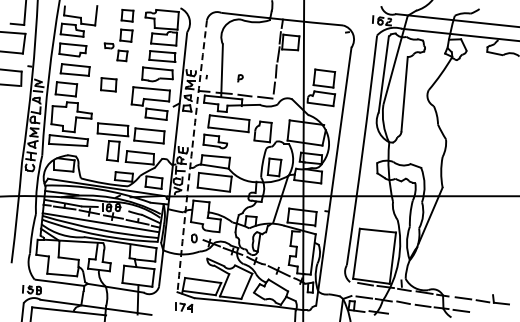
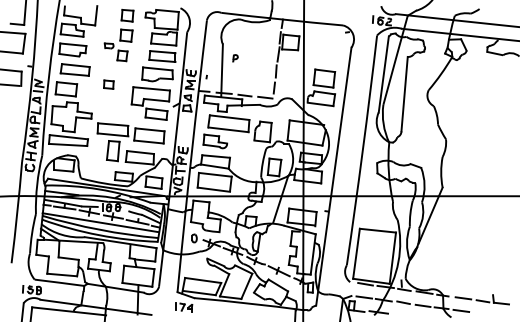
part at (240, 78) position: (240, 78) -> (235, 58)
part at (108, 84) size: 18x16 px -> 12x11 px
arc at (191, 156): dashed -> solid
